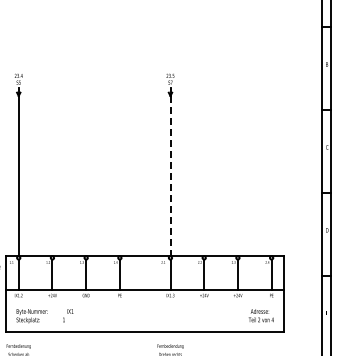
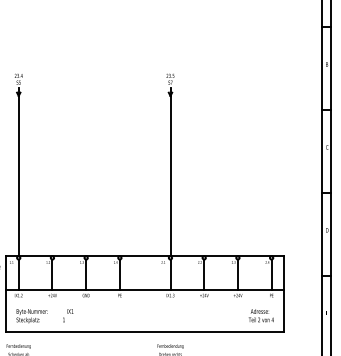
line at (170, 176): dashed -> solid
